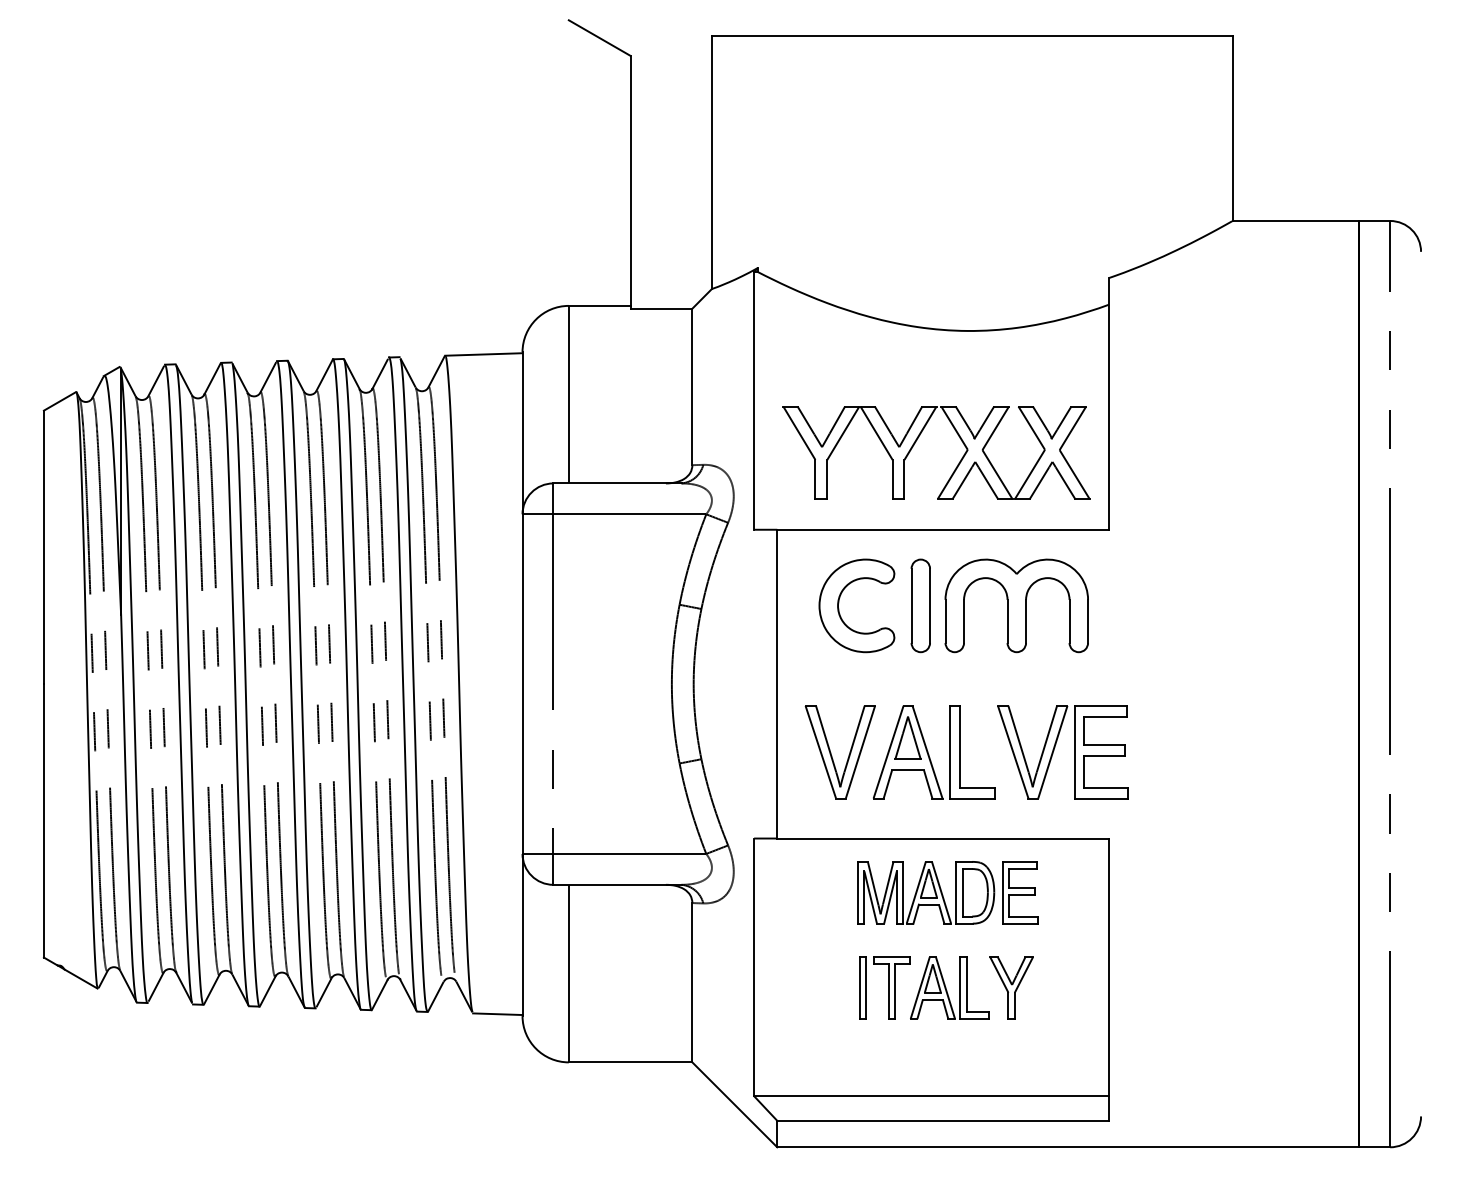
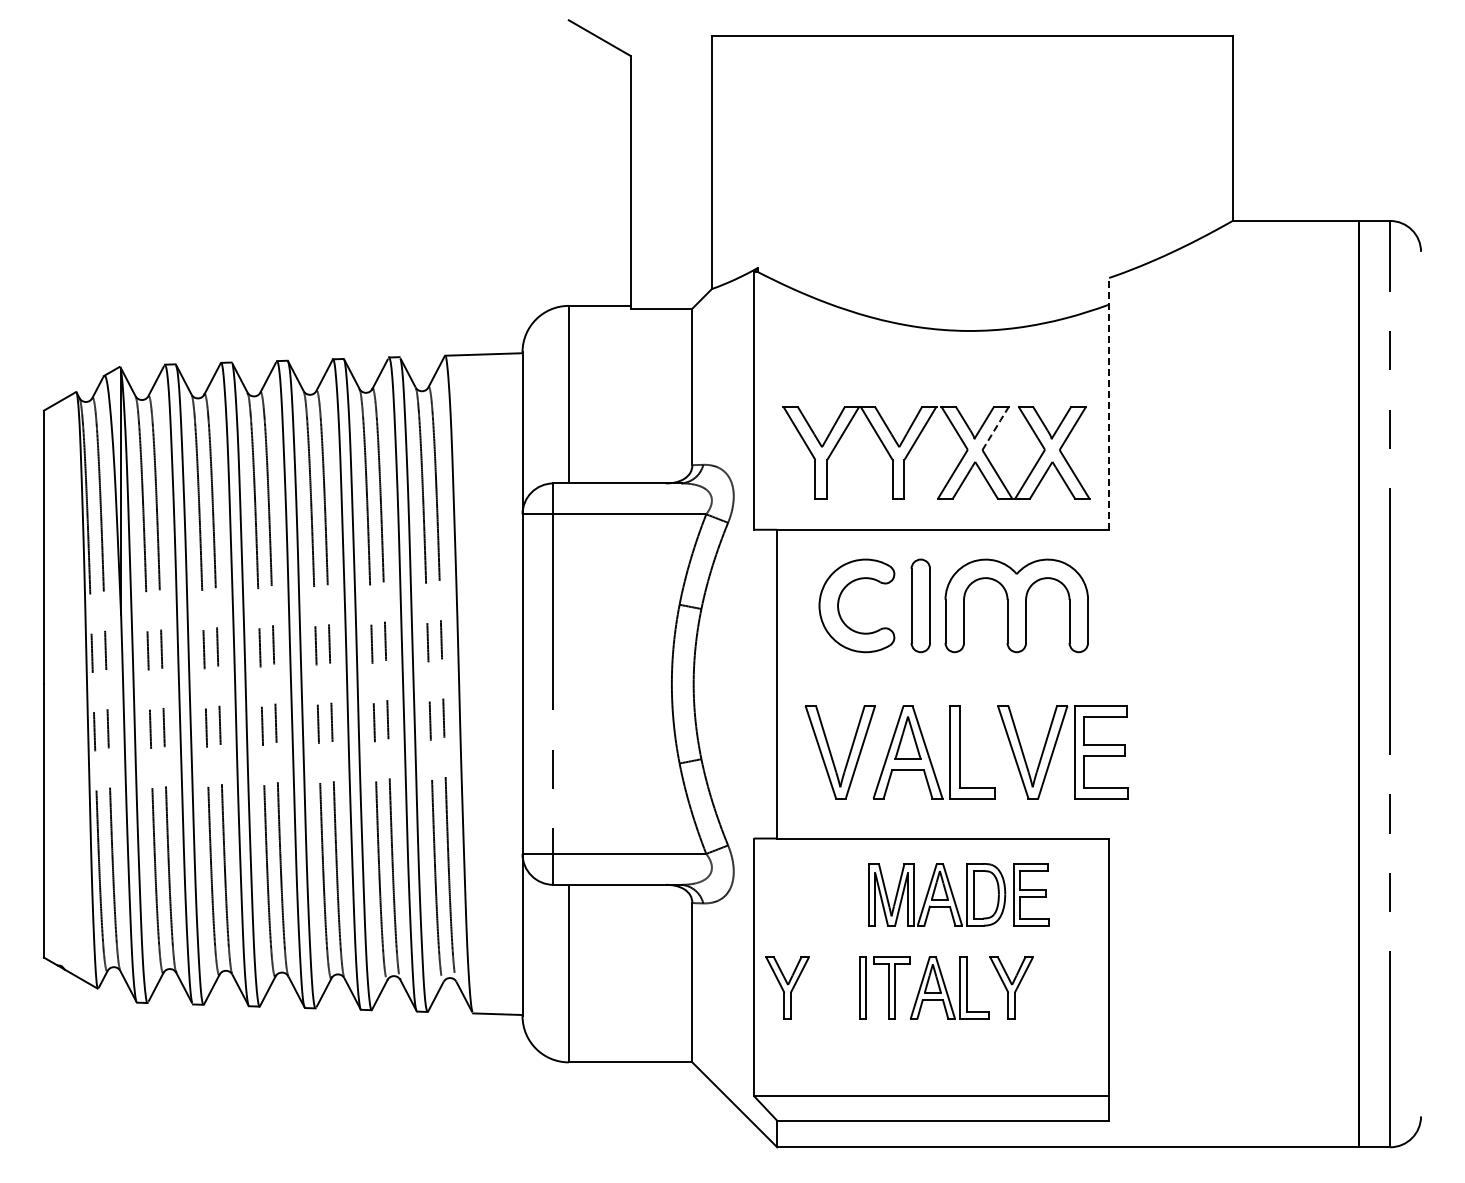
line at (1109, 403): solid -> dashed
line at (995, 427): solid -> dashed
part at (947, 892) position: (947, 892) -> (958, 894)
part at (787, 987): none -> present
